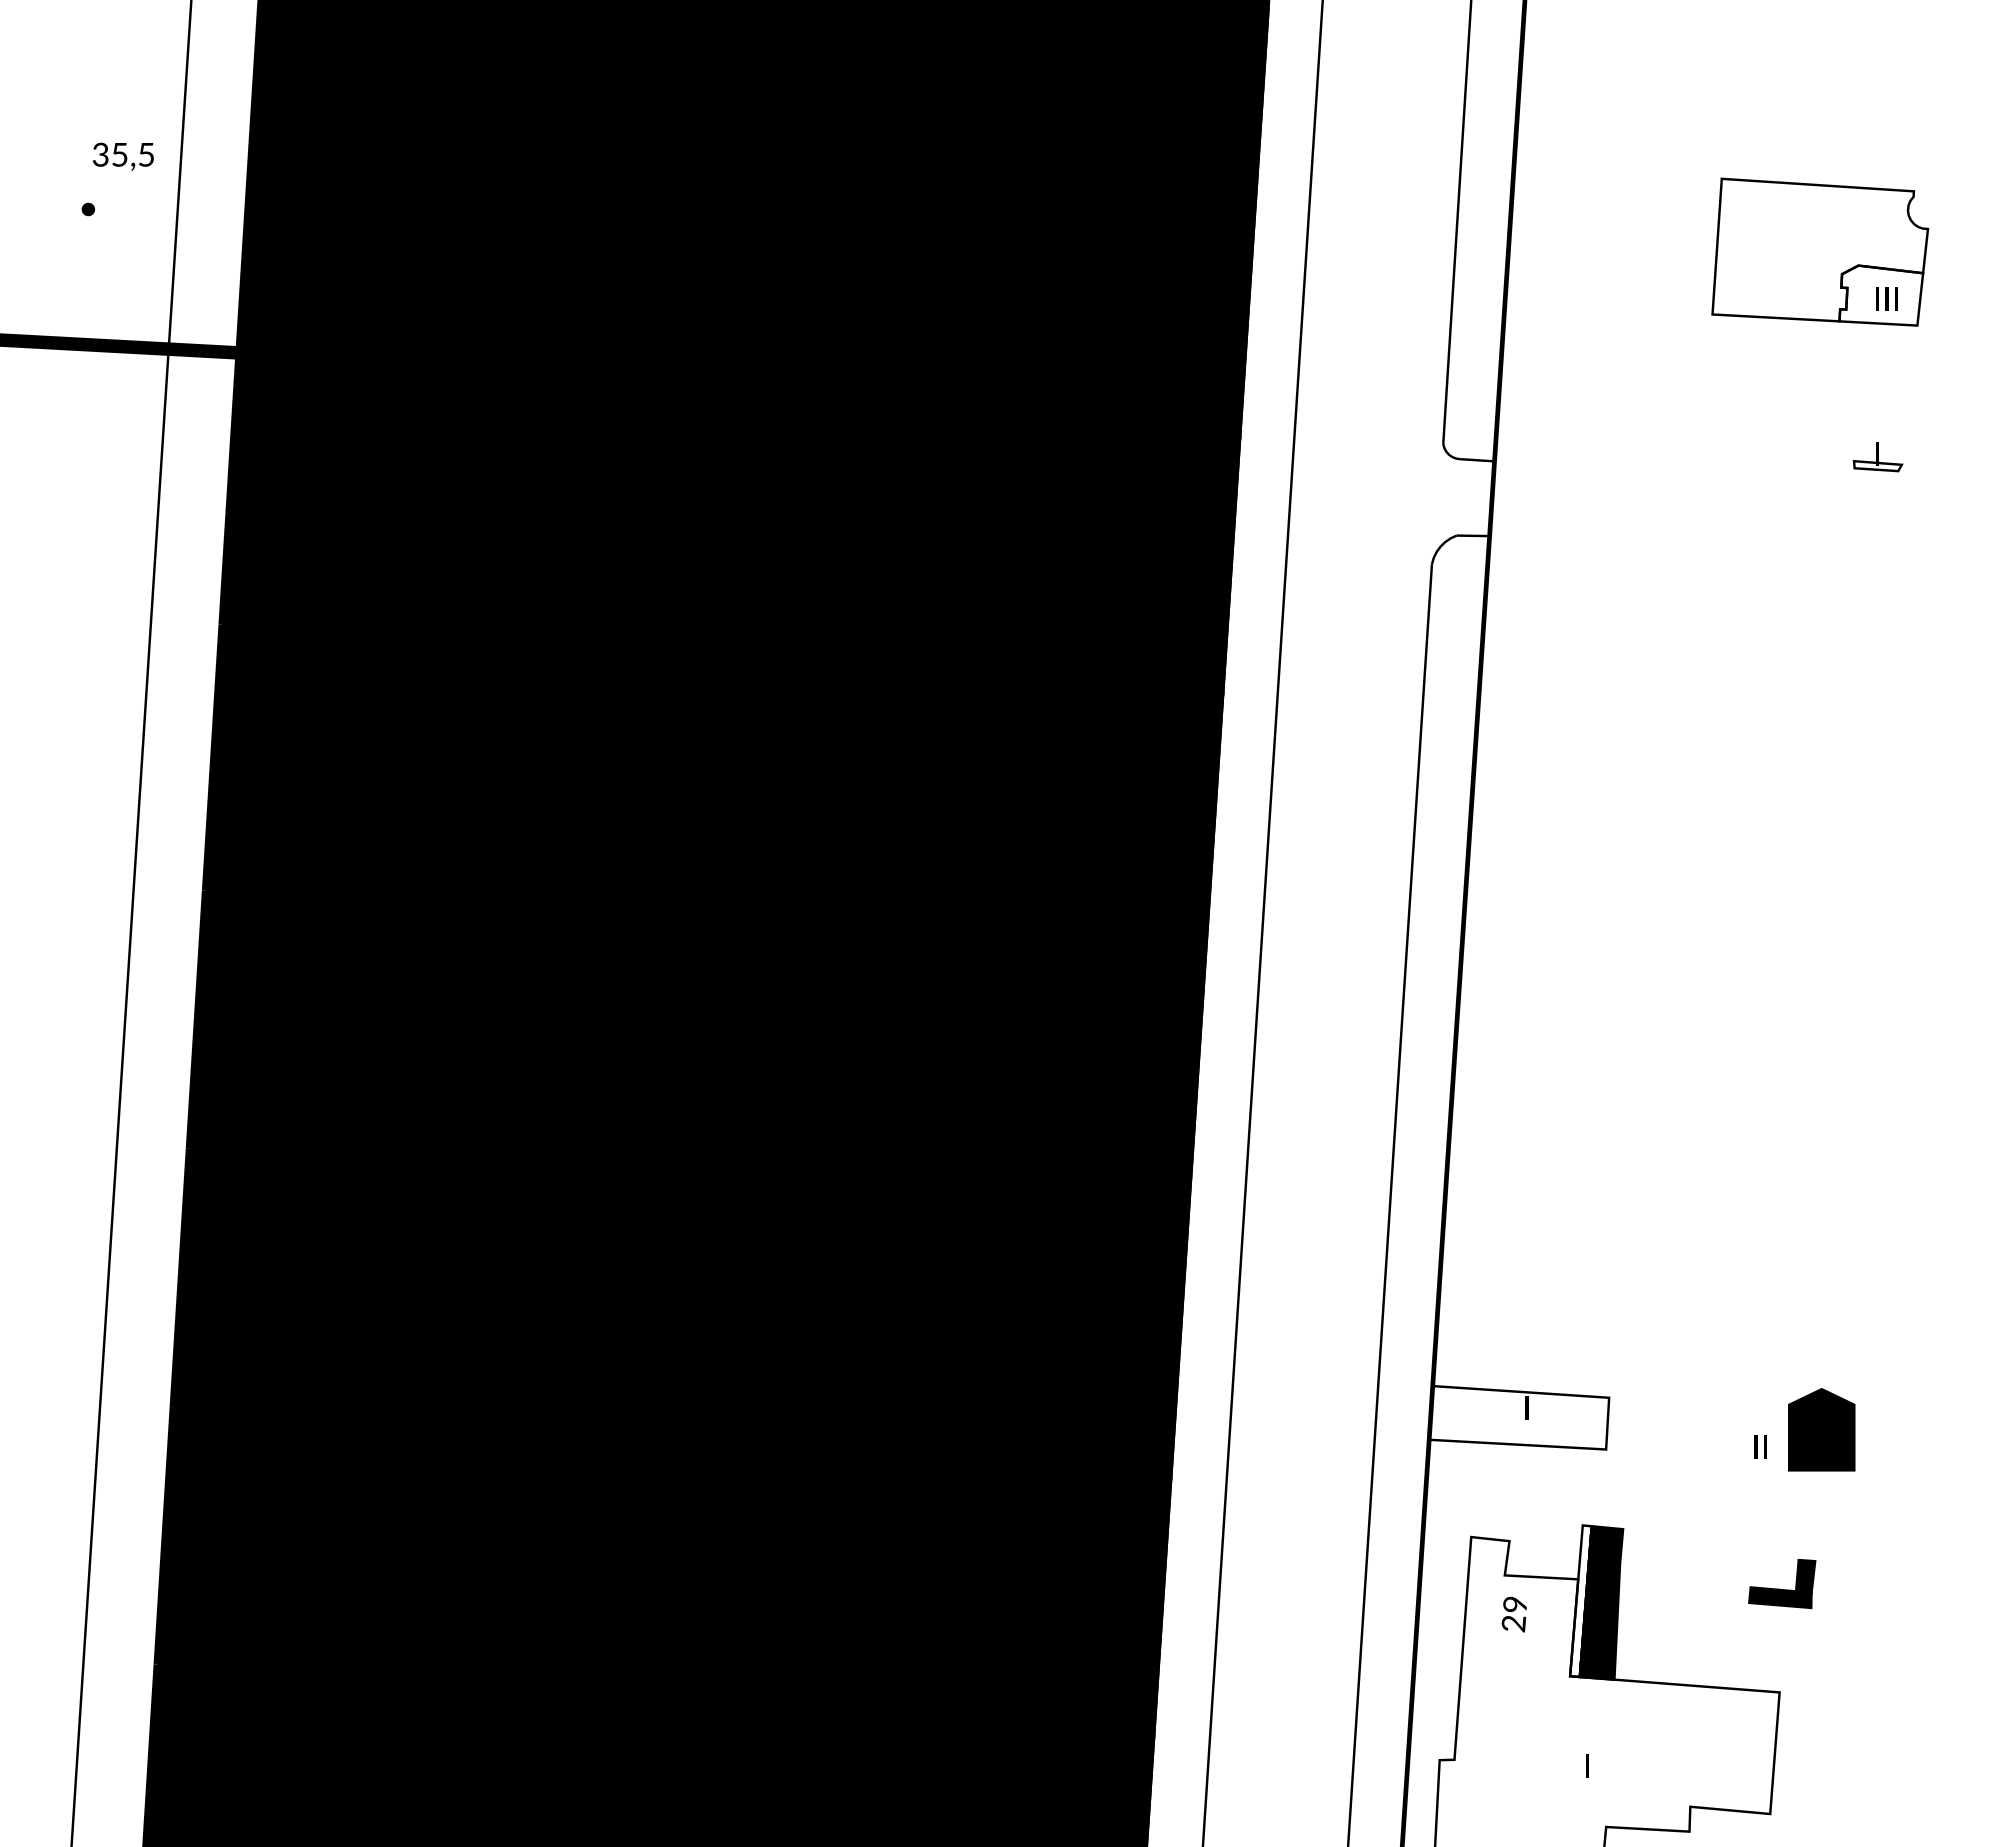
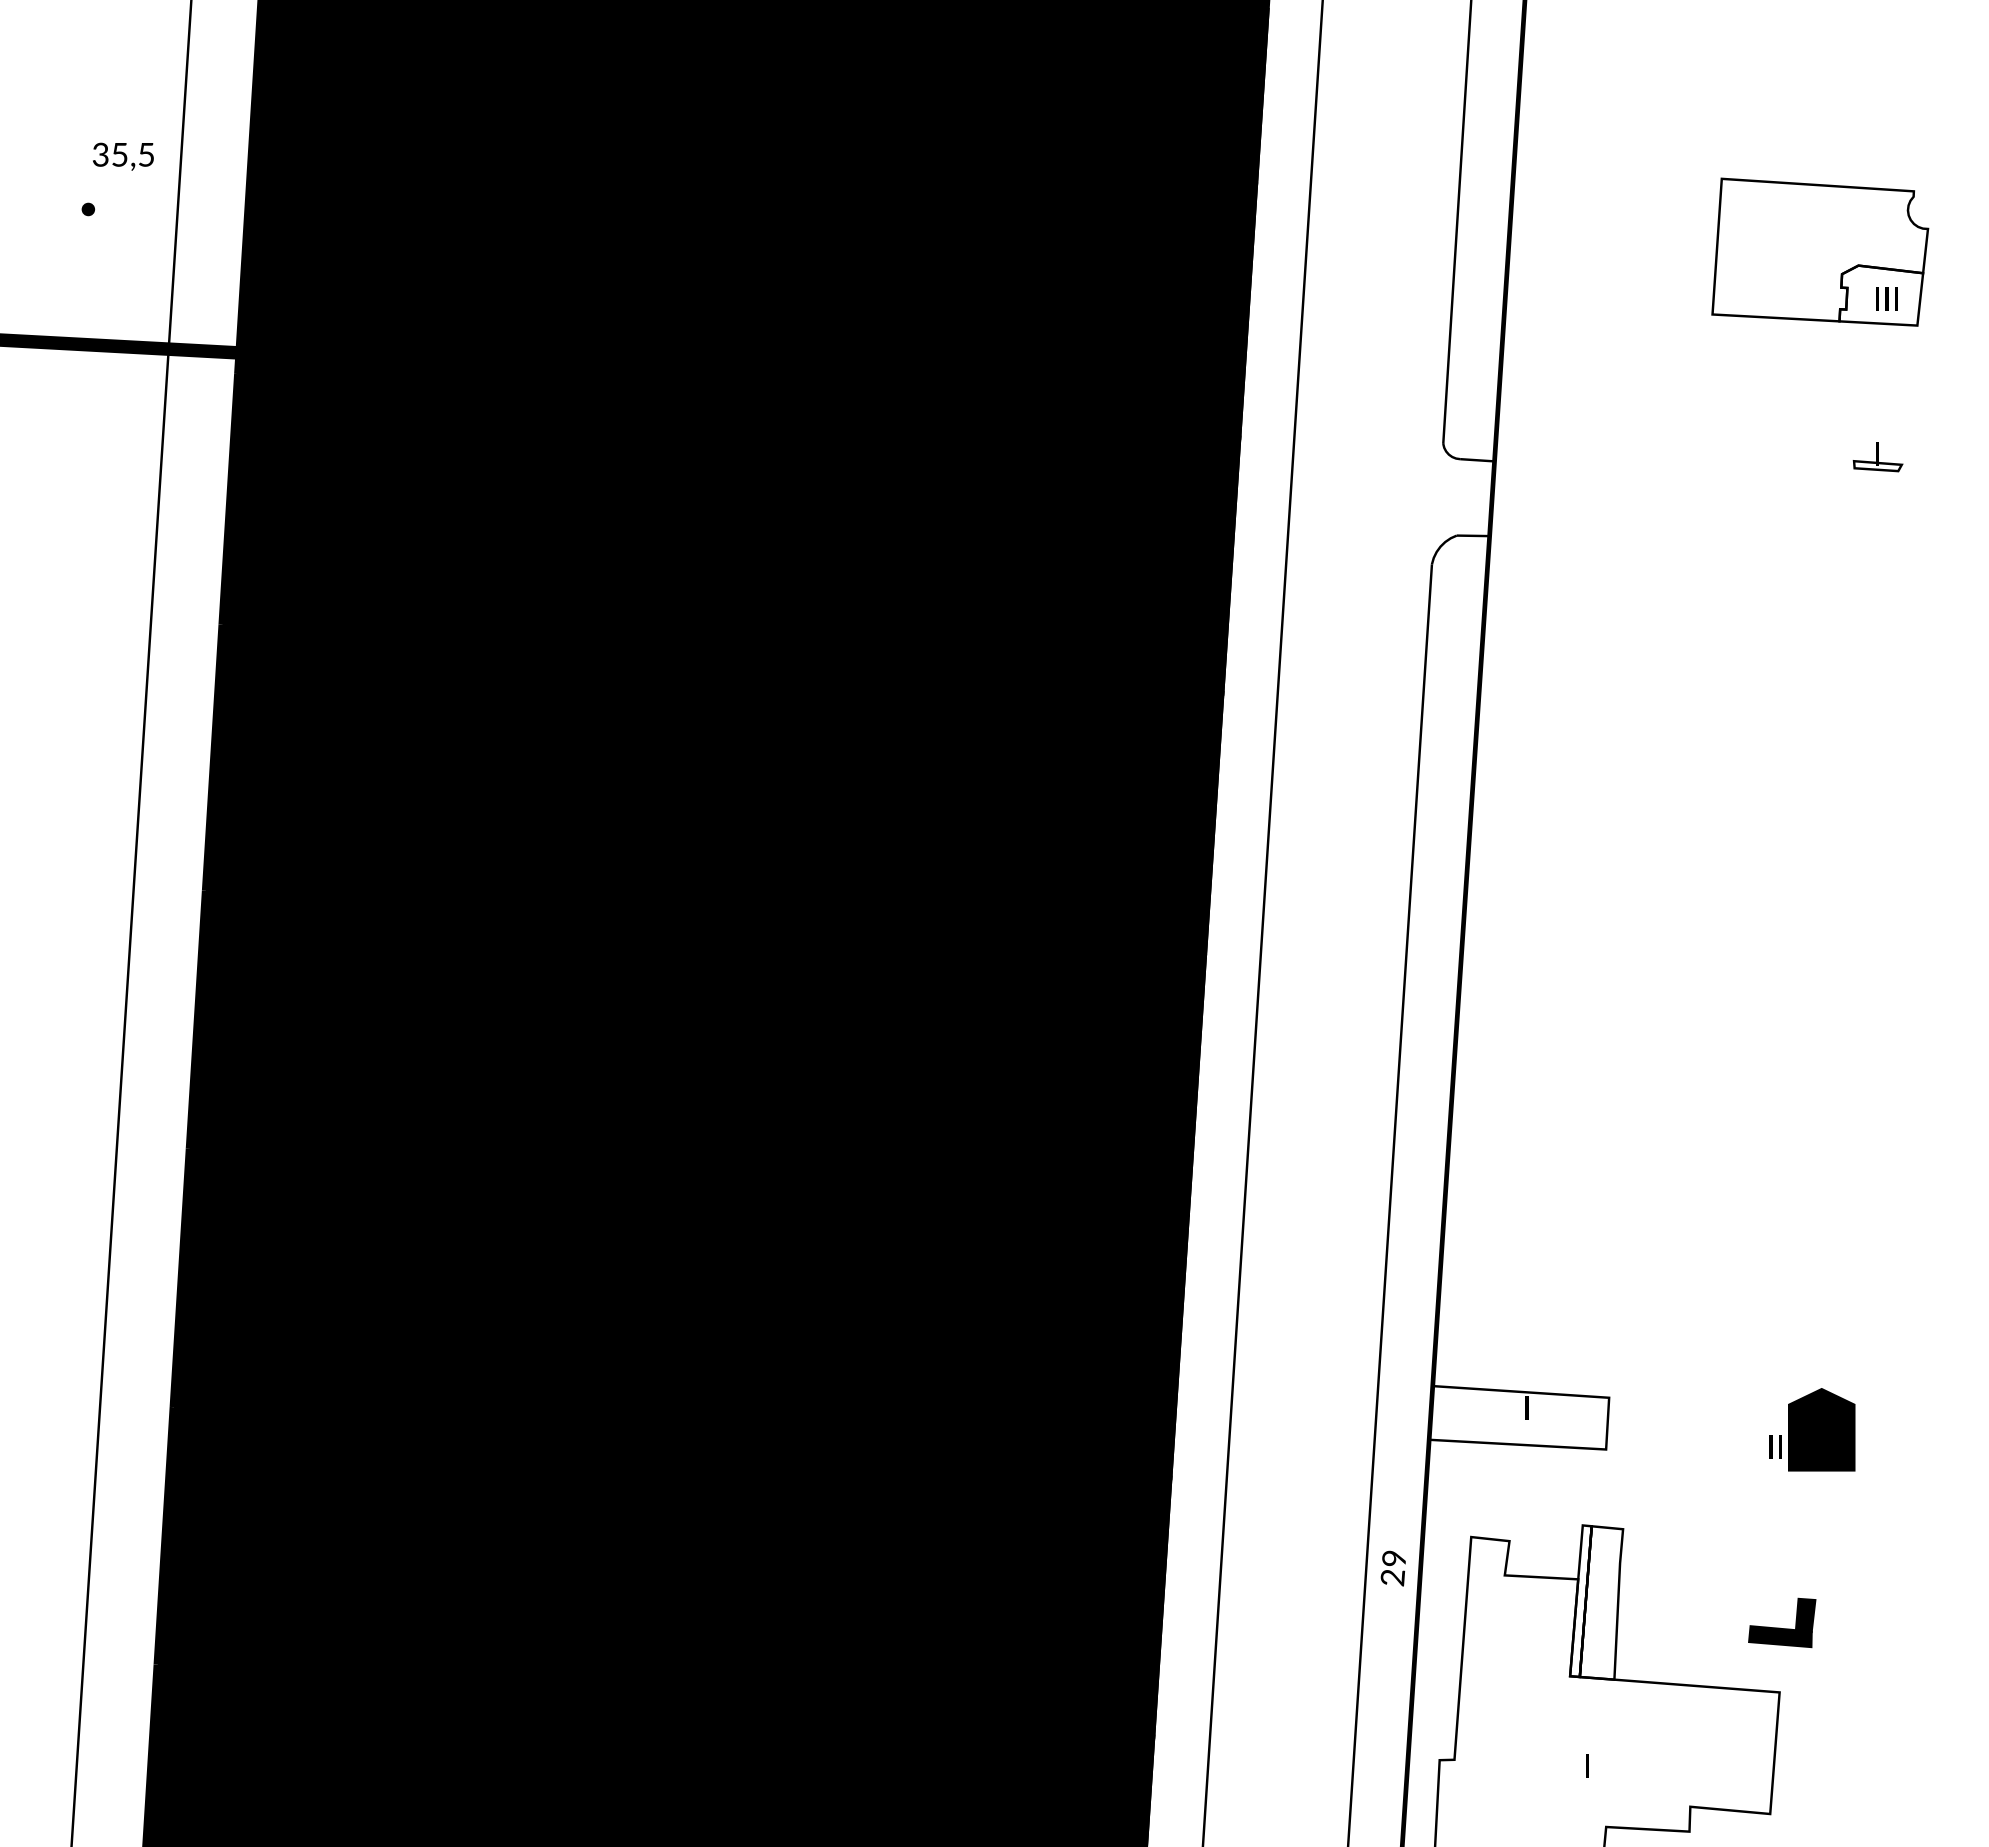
text at (1760, 1446) position: (1760, 1446) -> (1775, 1446)
part at (1782, 1583) position: (1782, 1583) -> (1782, 1622)
fill at (1601, 1602): present -> none
text at (1513, 1614) position: (1513, 1614) -> (1392, 1568)
